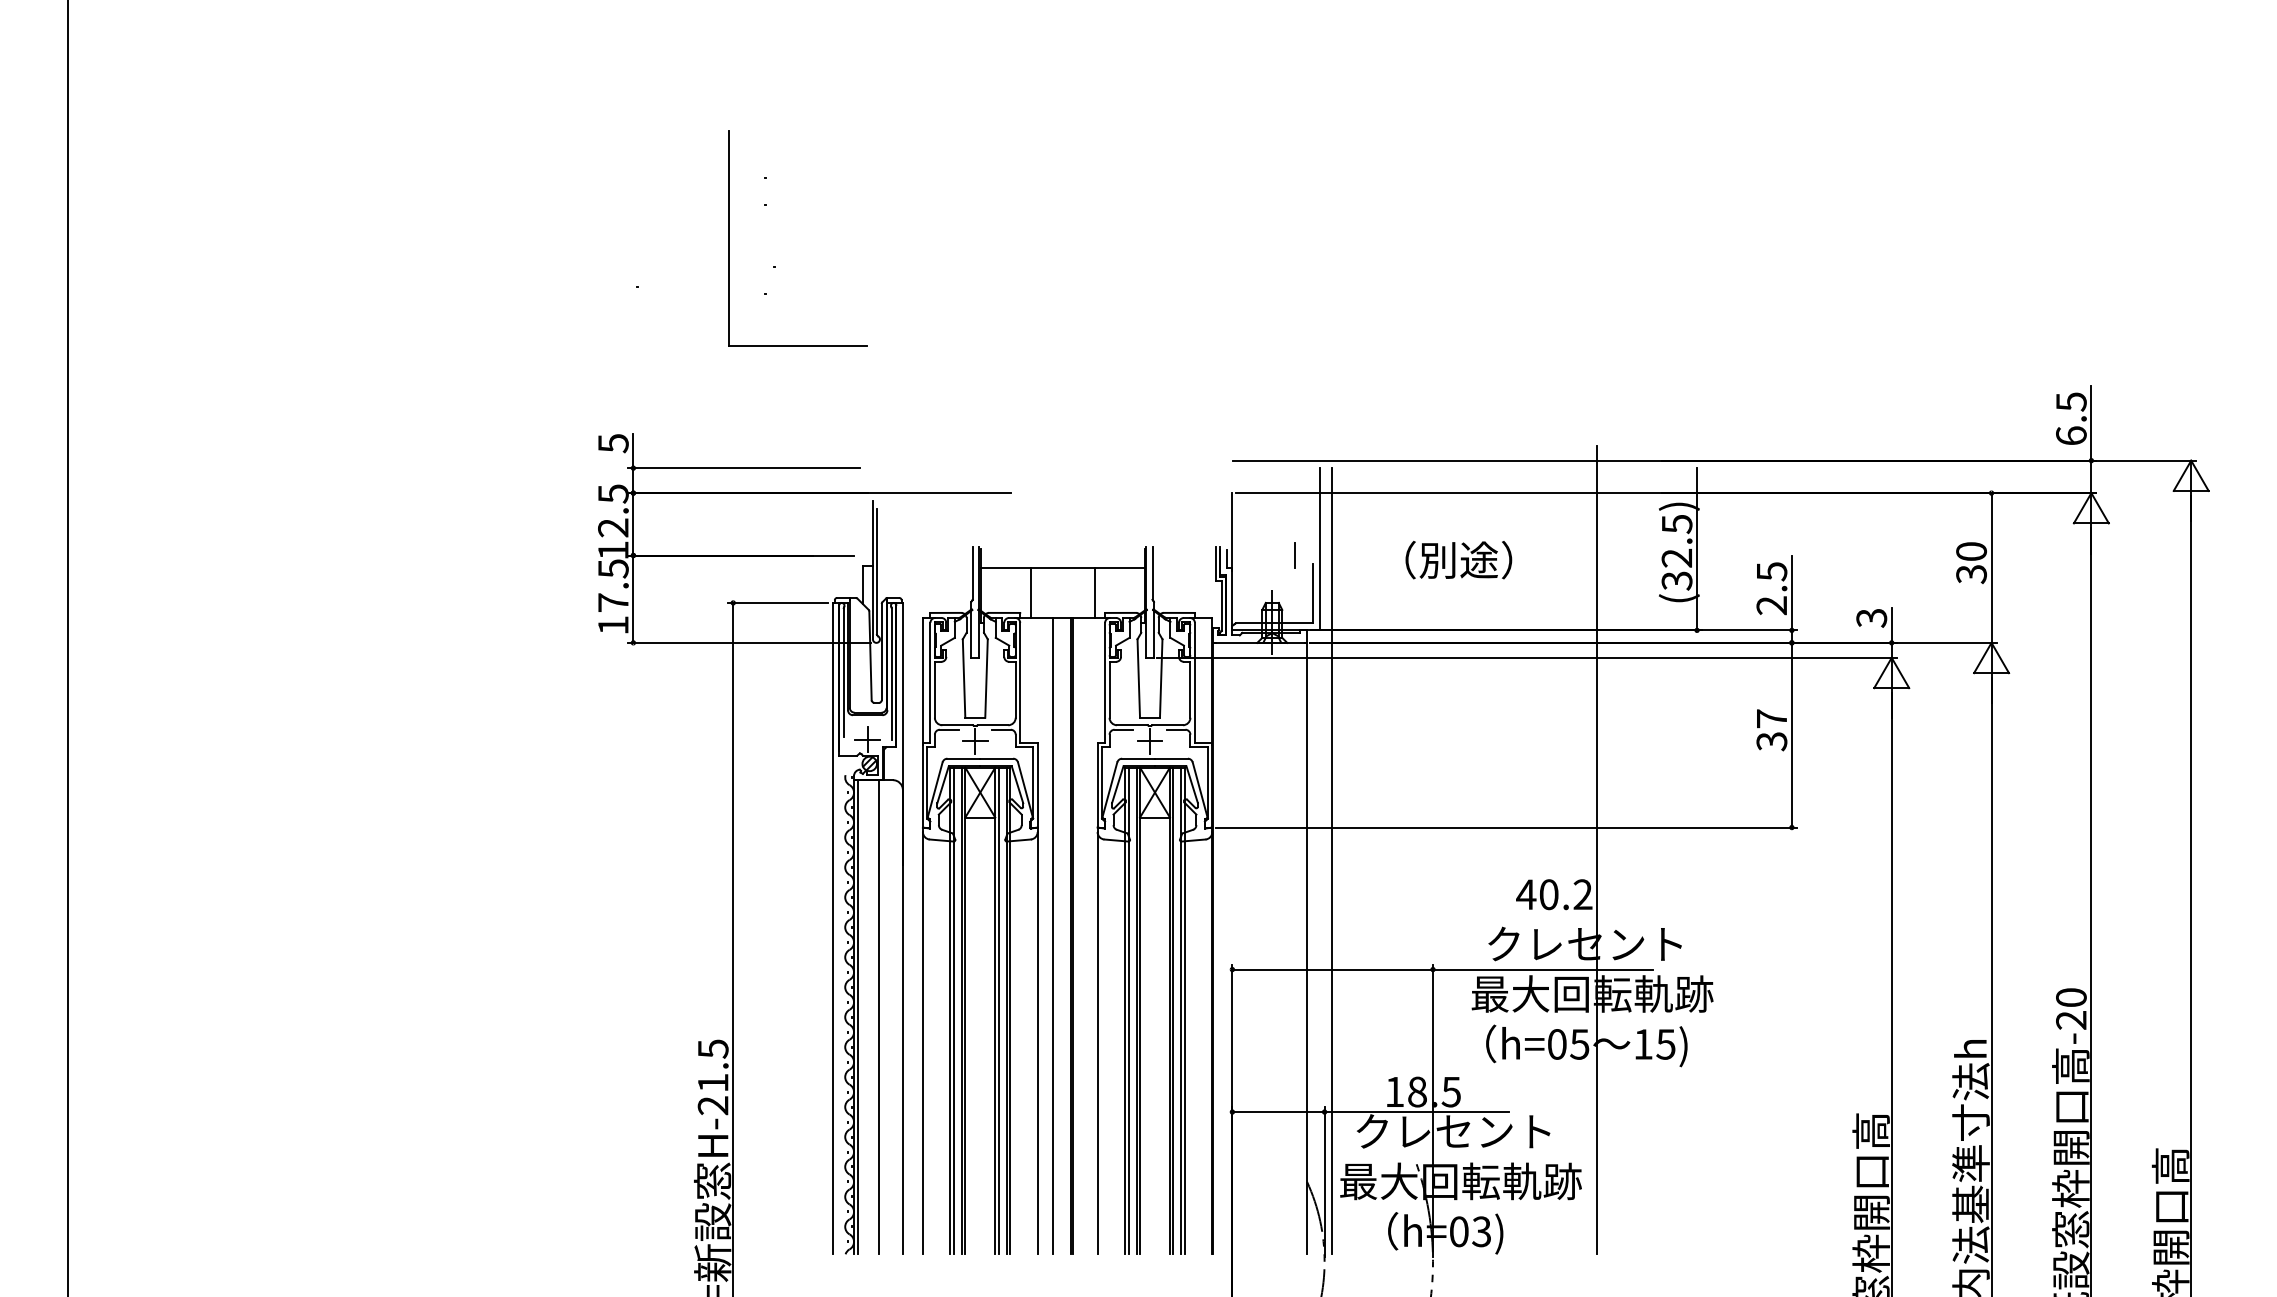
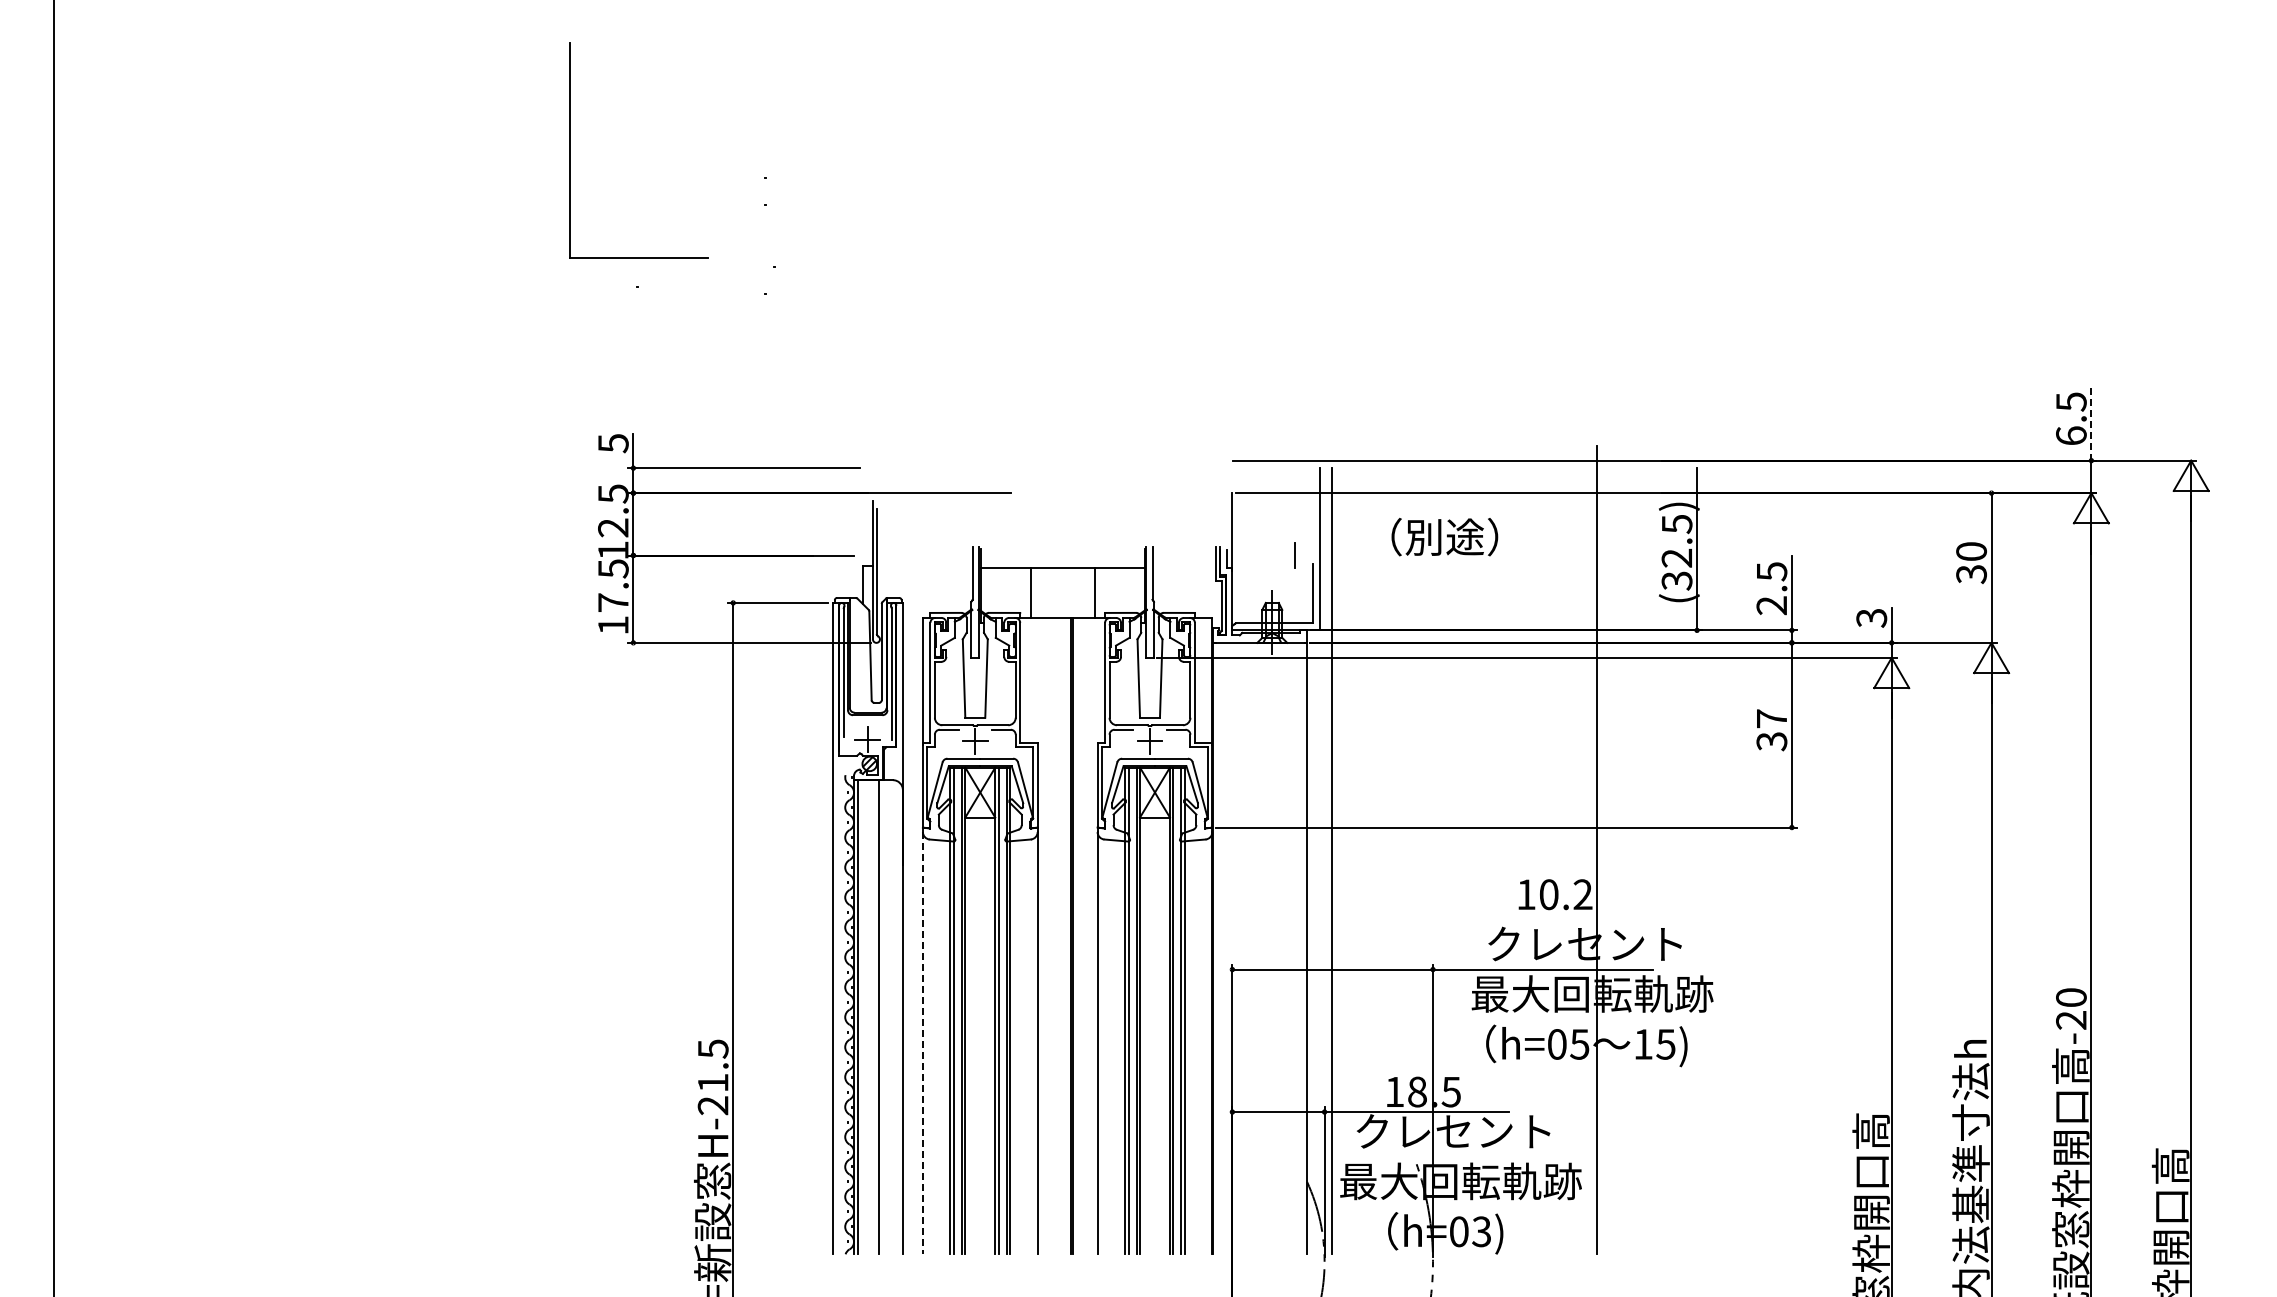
part at (729, 238) position: (729, 238) -> (570, 150)
line at (2091, 423): solid -> dashed
text at (1458, 560) position: (1458, 560) -> (1444, 537)
line at (68, 647) position: (68, 647) -> (54, 647)
text at (1526, 894): 40.2 -> 10.2
line at (1053, 935): present -> none
line at (922, 1043): solid -> dashed
